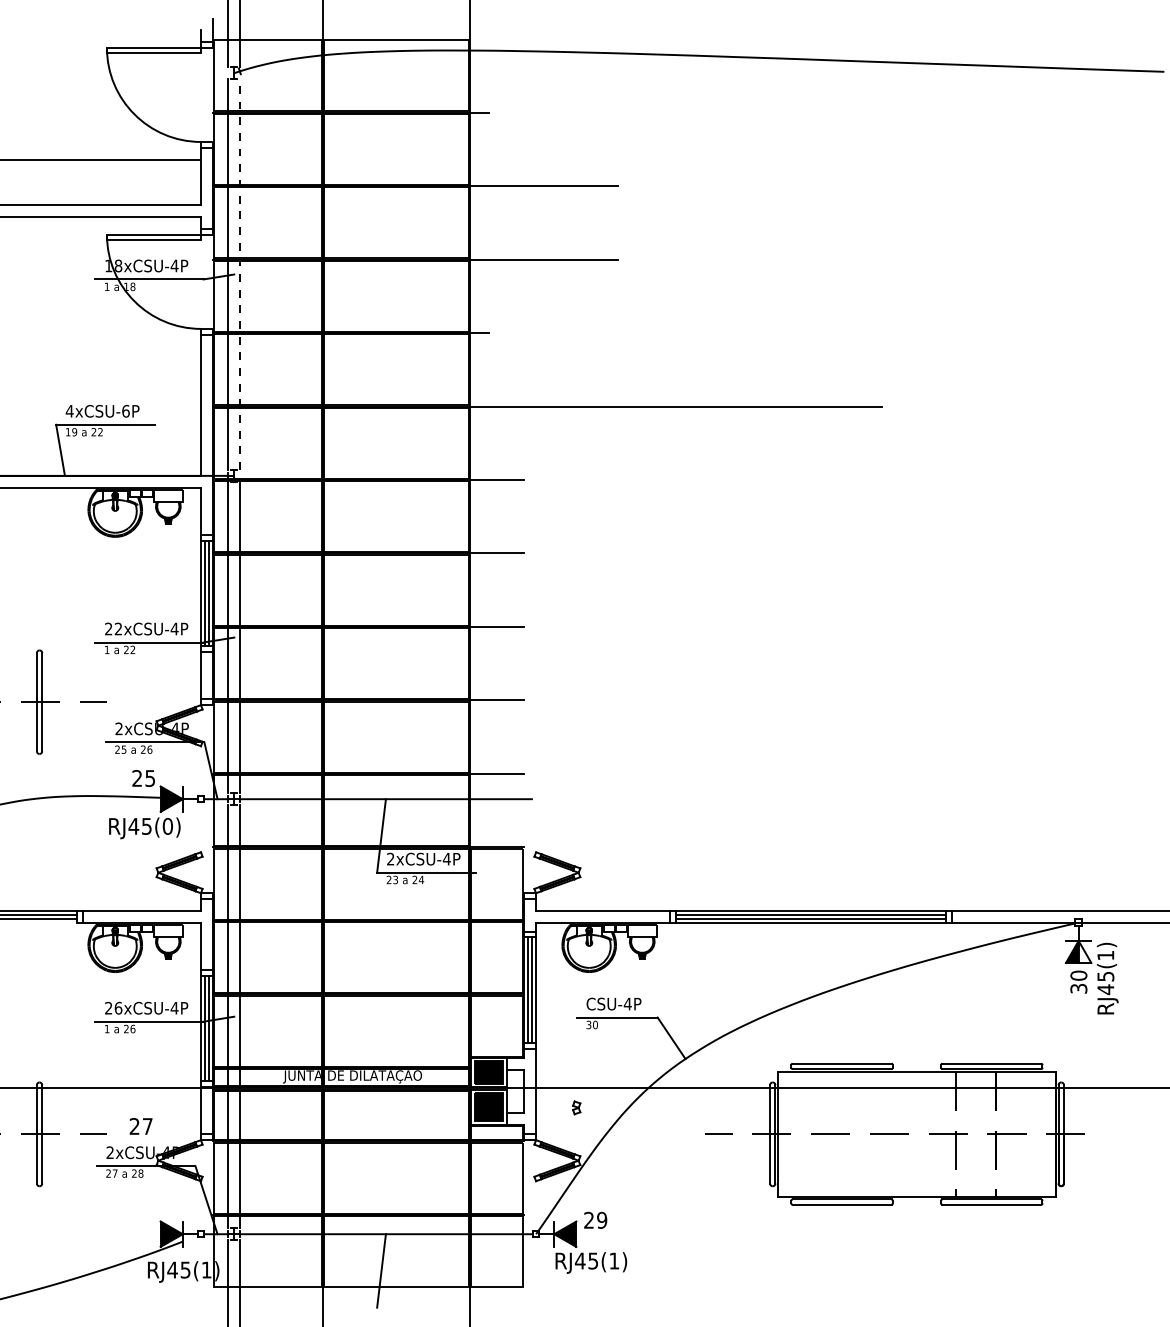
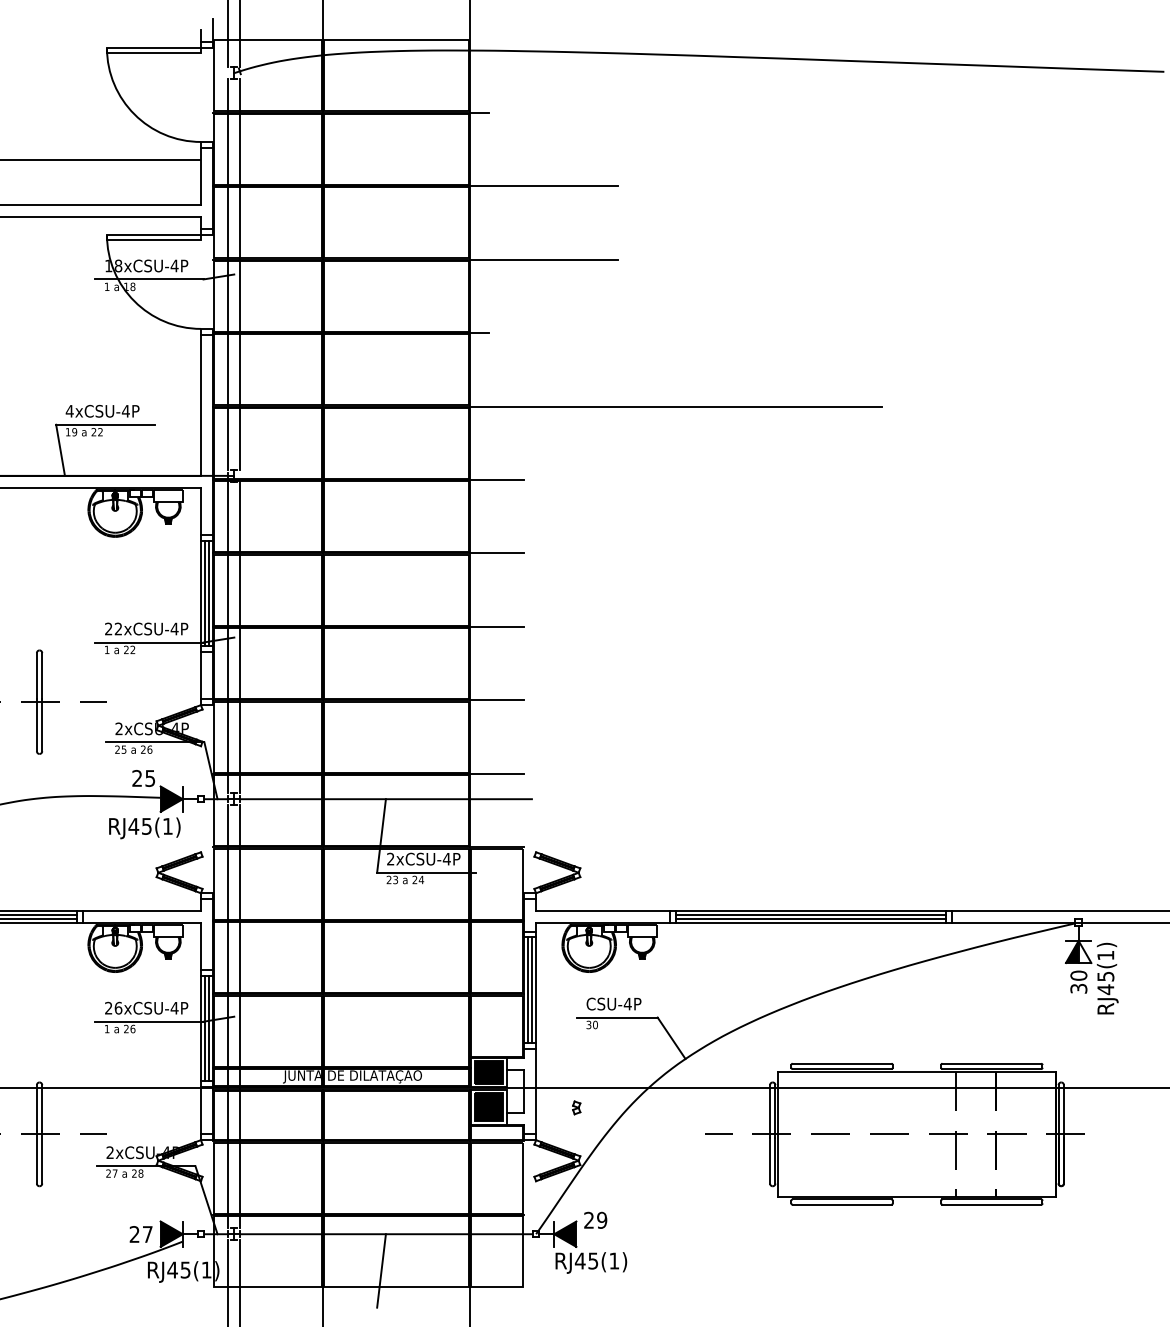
line at (240, 274): dashed -> solid
text at (125, 411): 4xCSU-6P -> 4xCSU-4P
text at (167, 826): RJ45(0) -> RJ45(1)
line at (39, 922): none -> present
text at (140, 1126) position: (140, 1126) -> (140, 1234)
